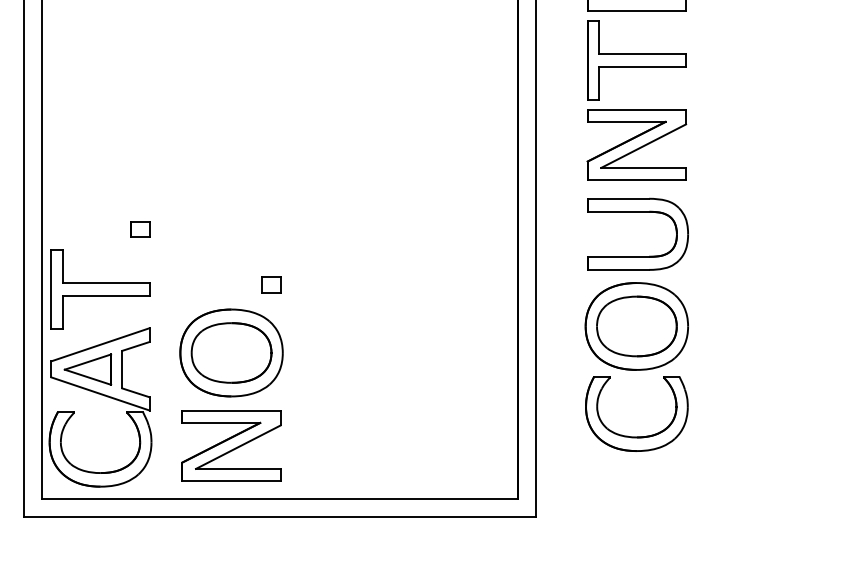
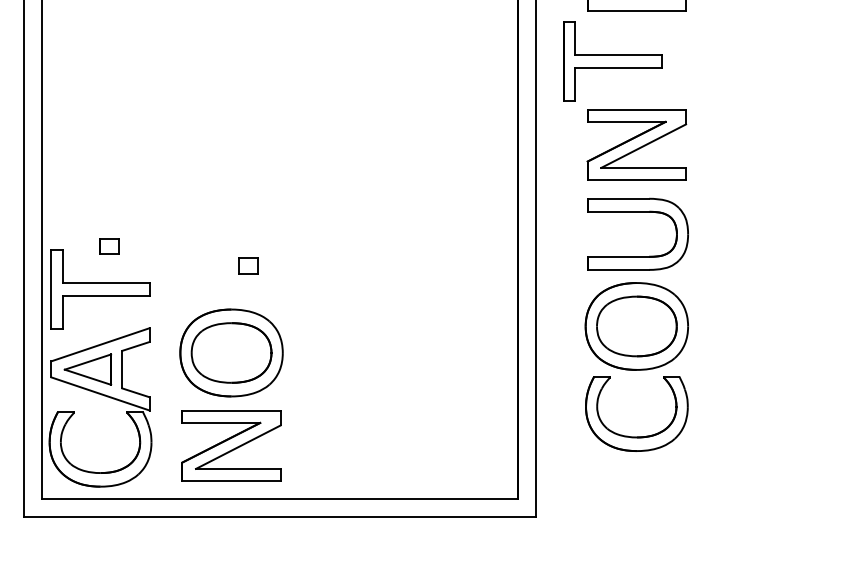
part at (636, 60) position: (636, 60) -> (612, 61)
part at (140, 229) position: (140, 229) -> (109, 246)
part at (271, 284) position: (271, 284) -> (248, 265)
